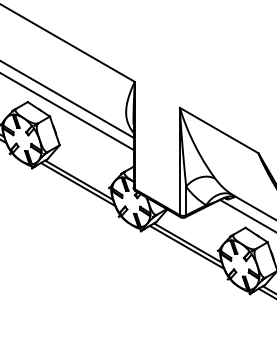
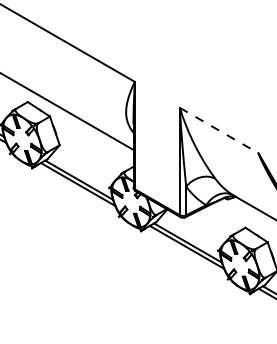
line at (67, 99): present -> none
line at (219, 130): solid -> dashed
line at (246, 215): present -> none
